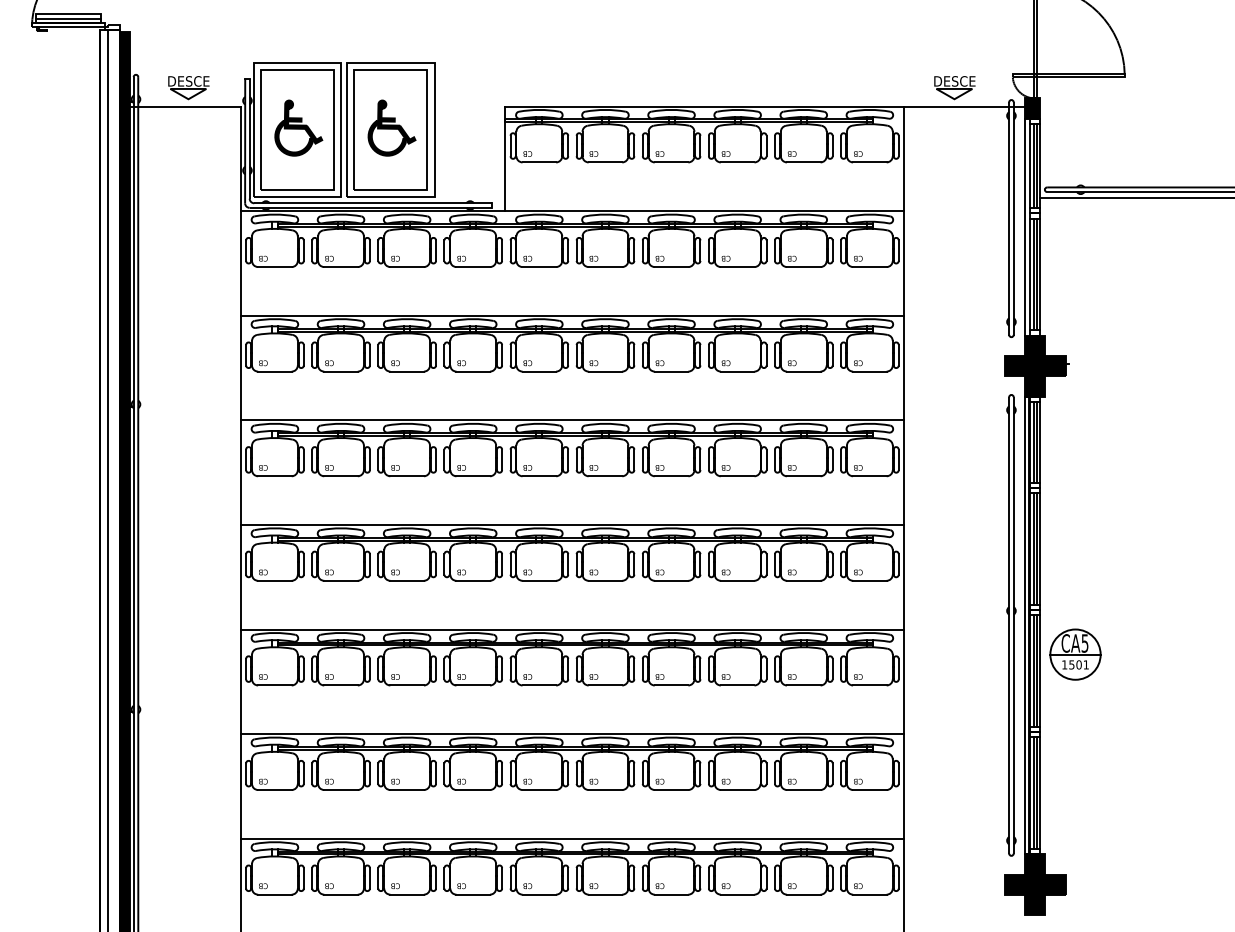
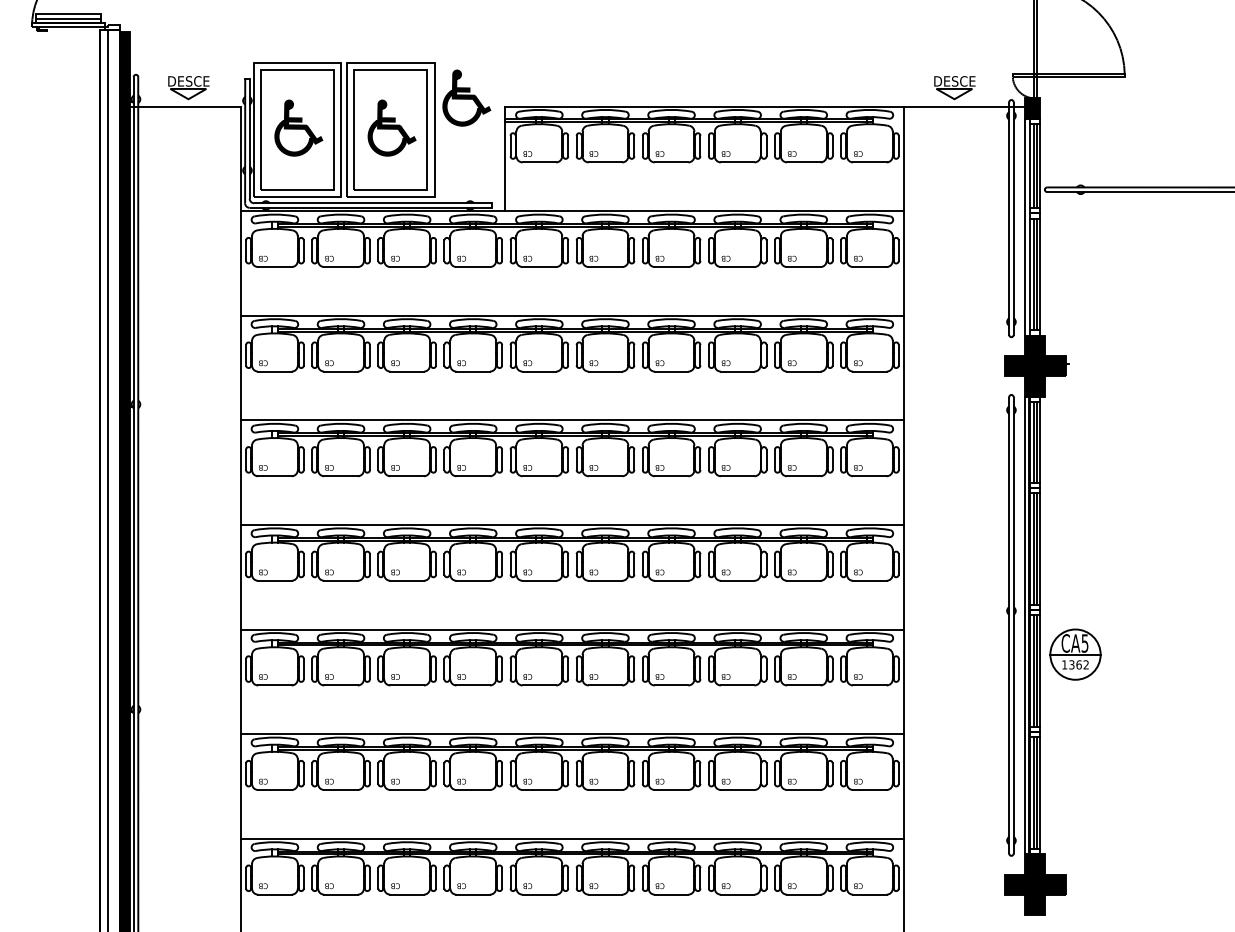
part at (466, 97): none -> present
line at (1135, 198): present -> none
text at (1078, 664): 1501 -> 1362
